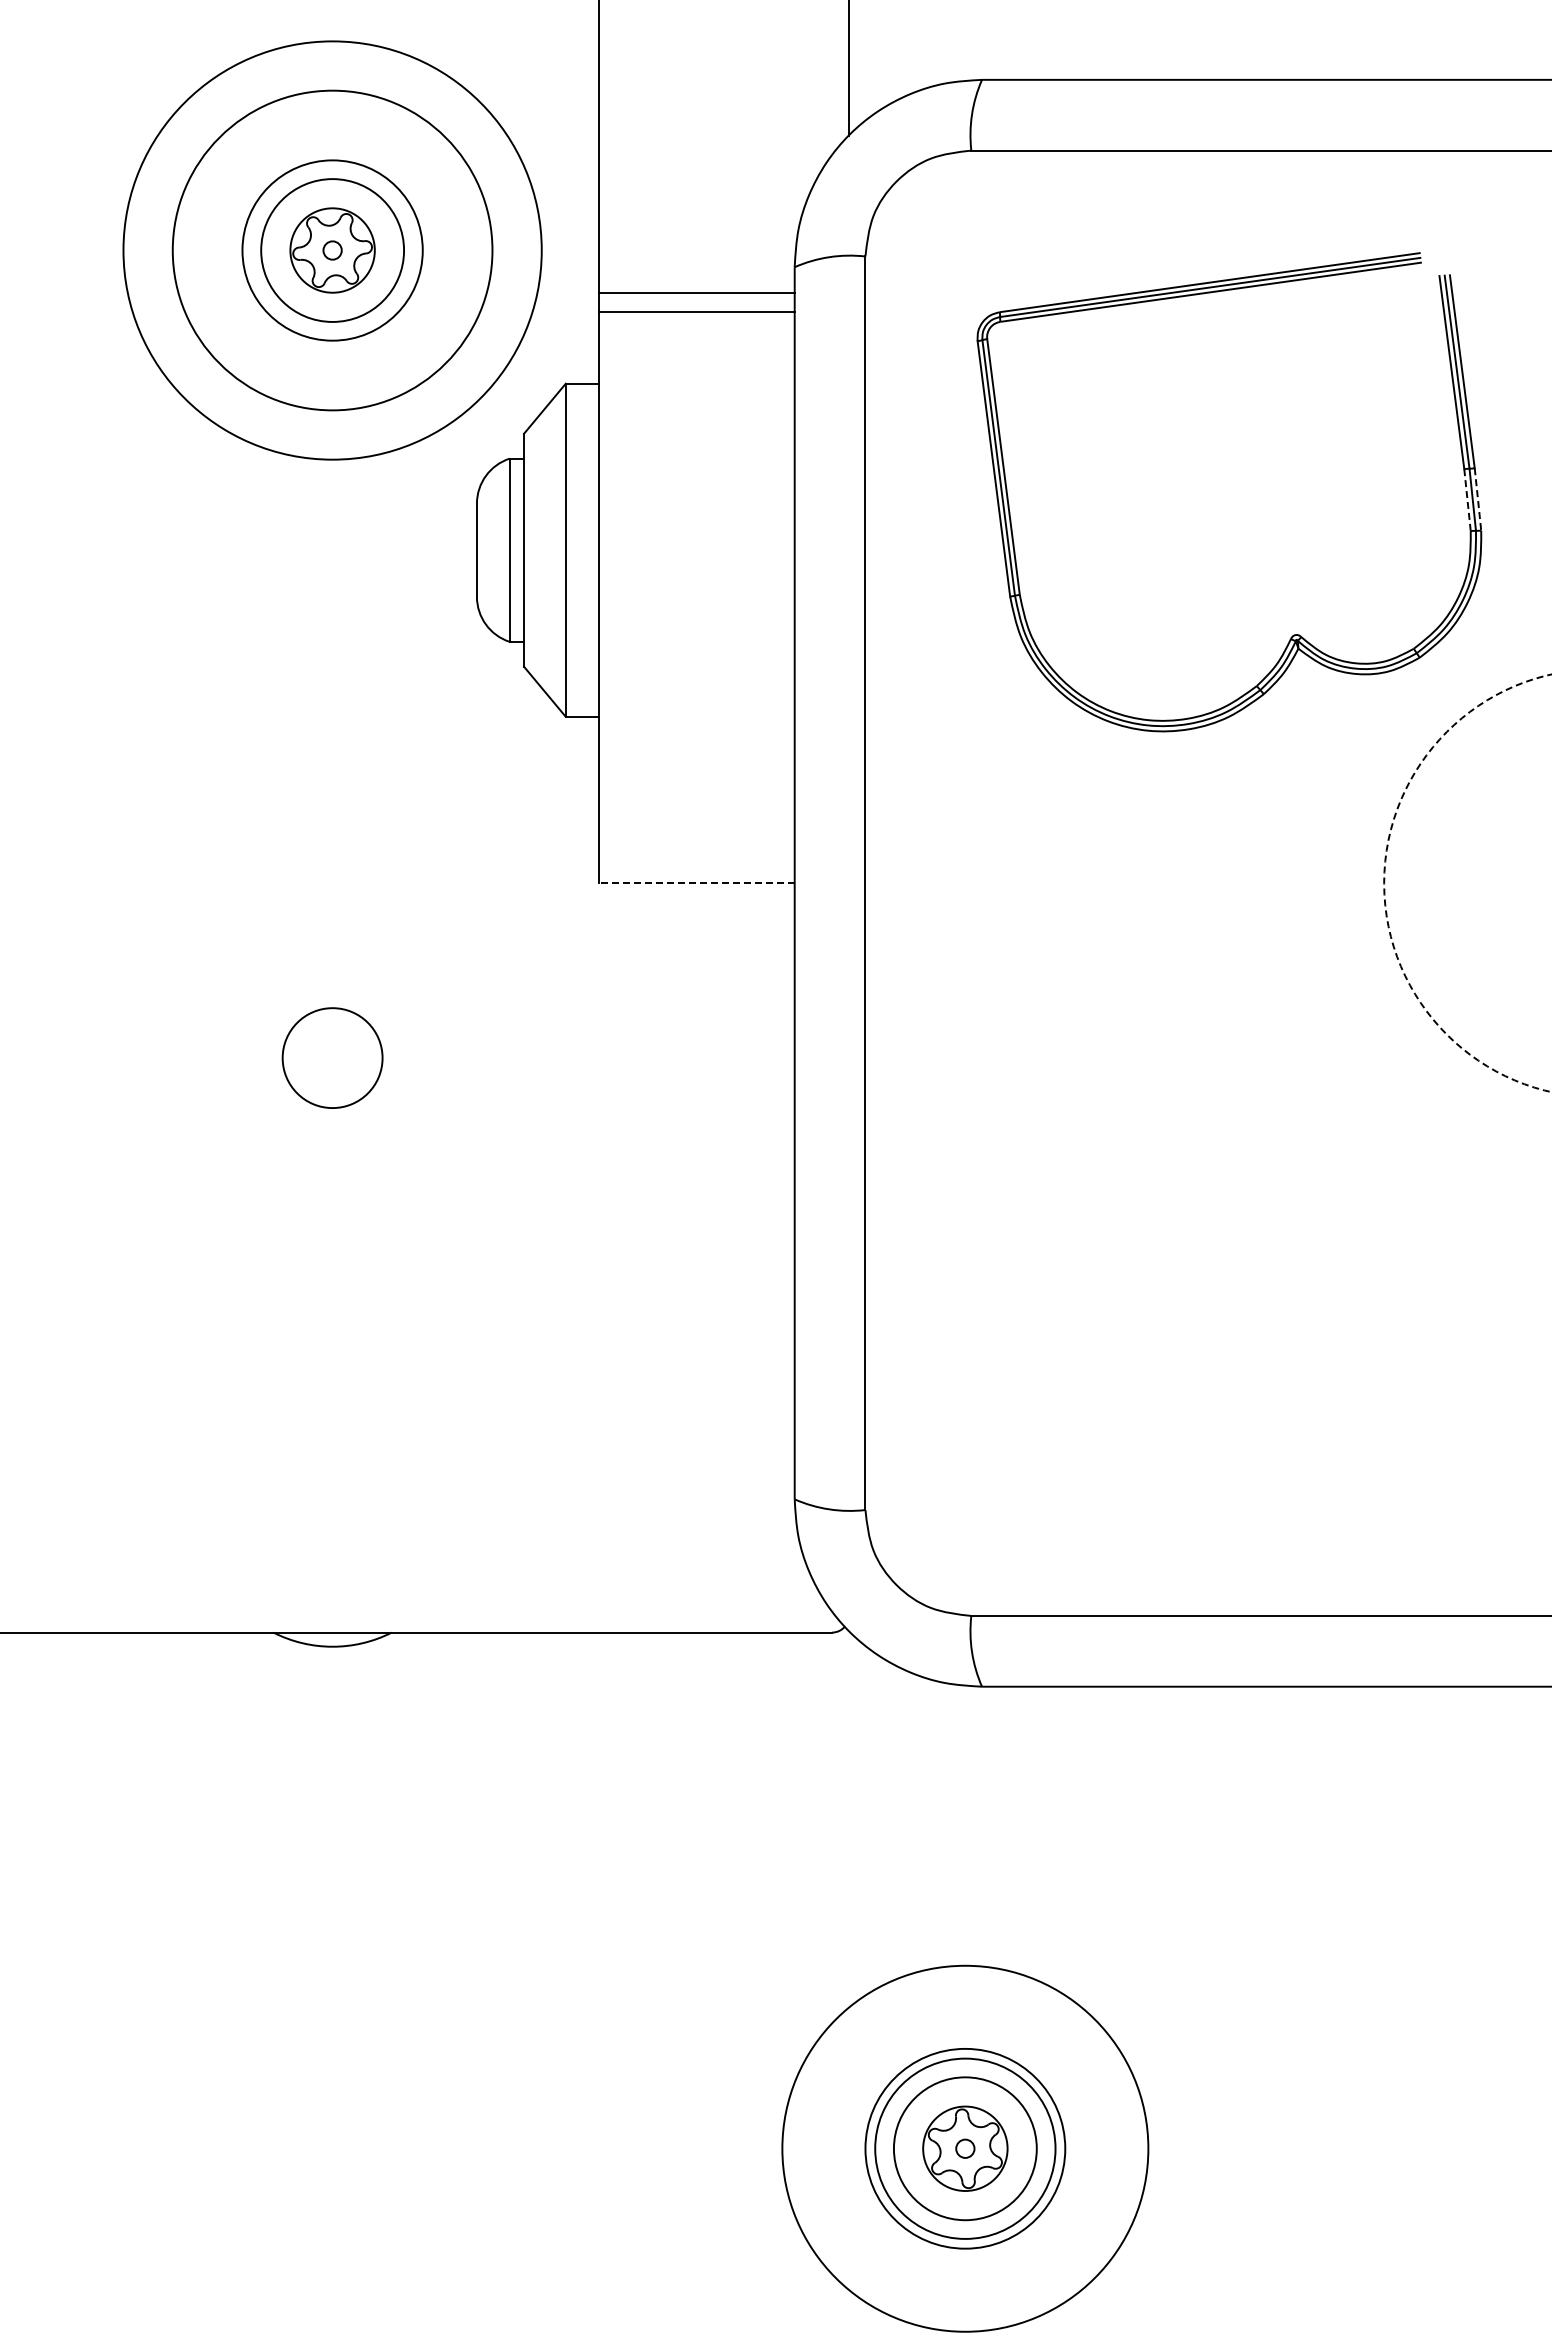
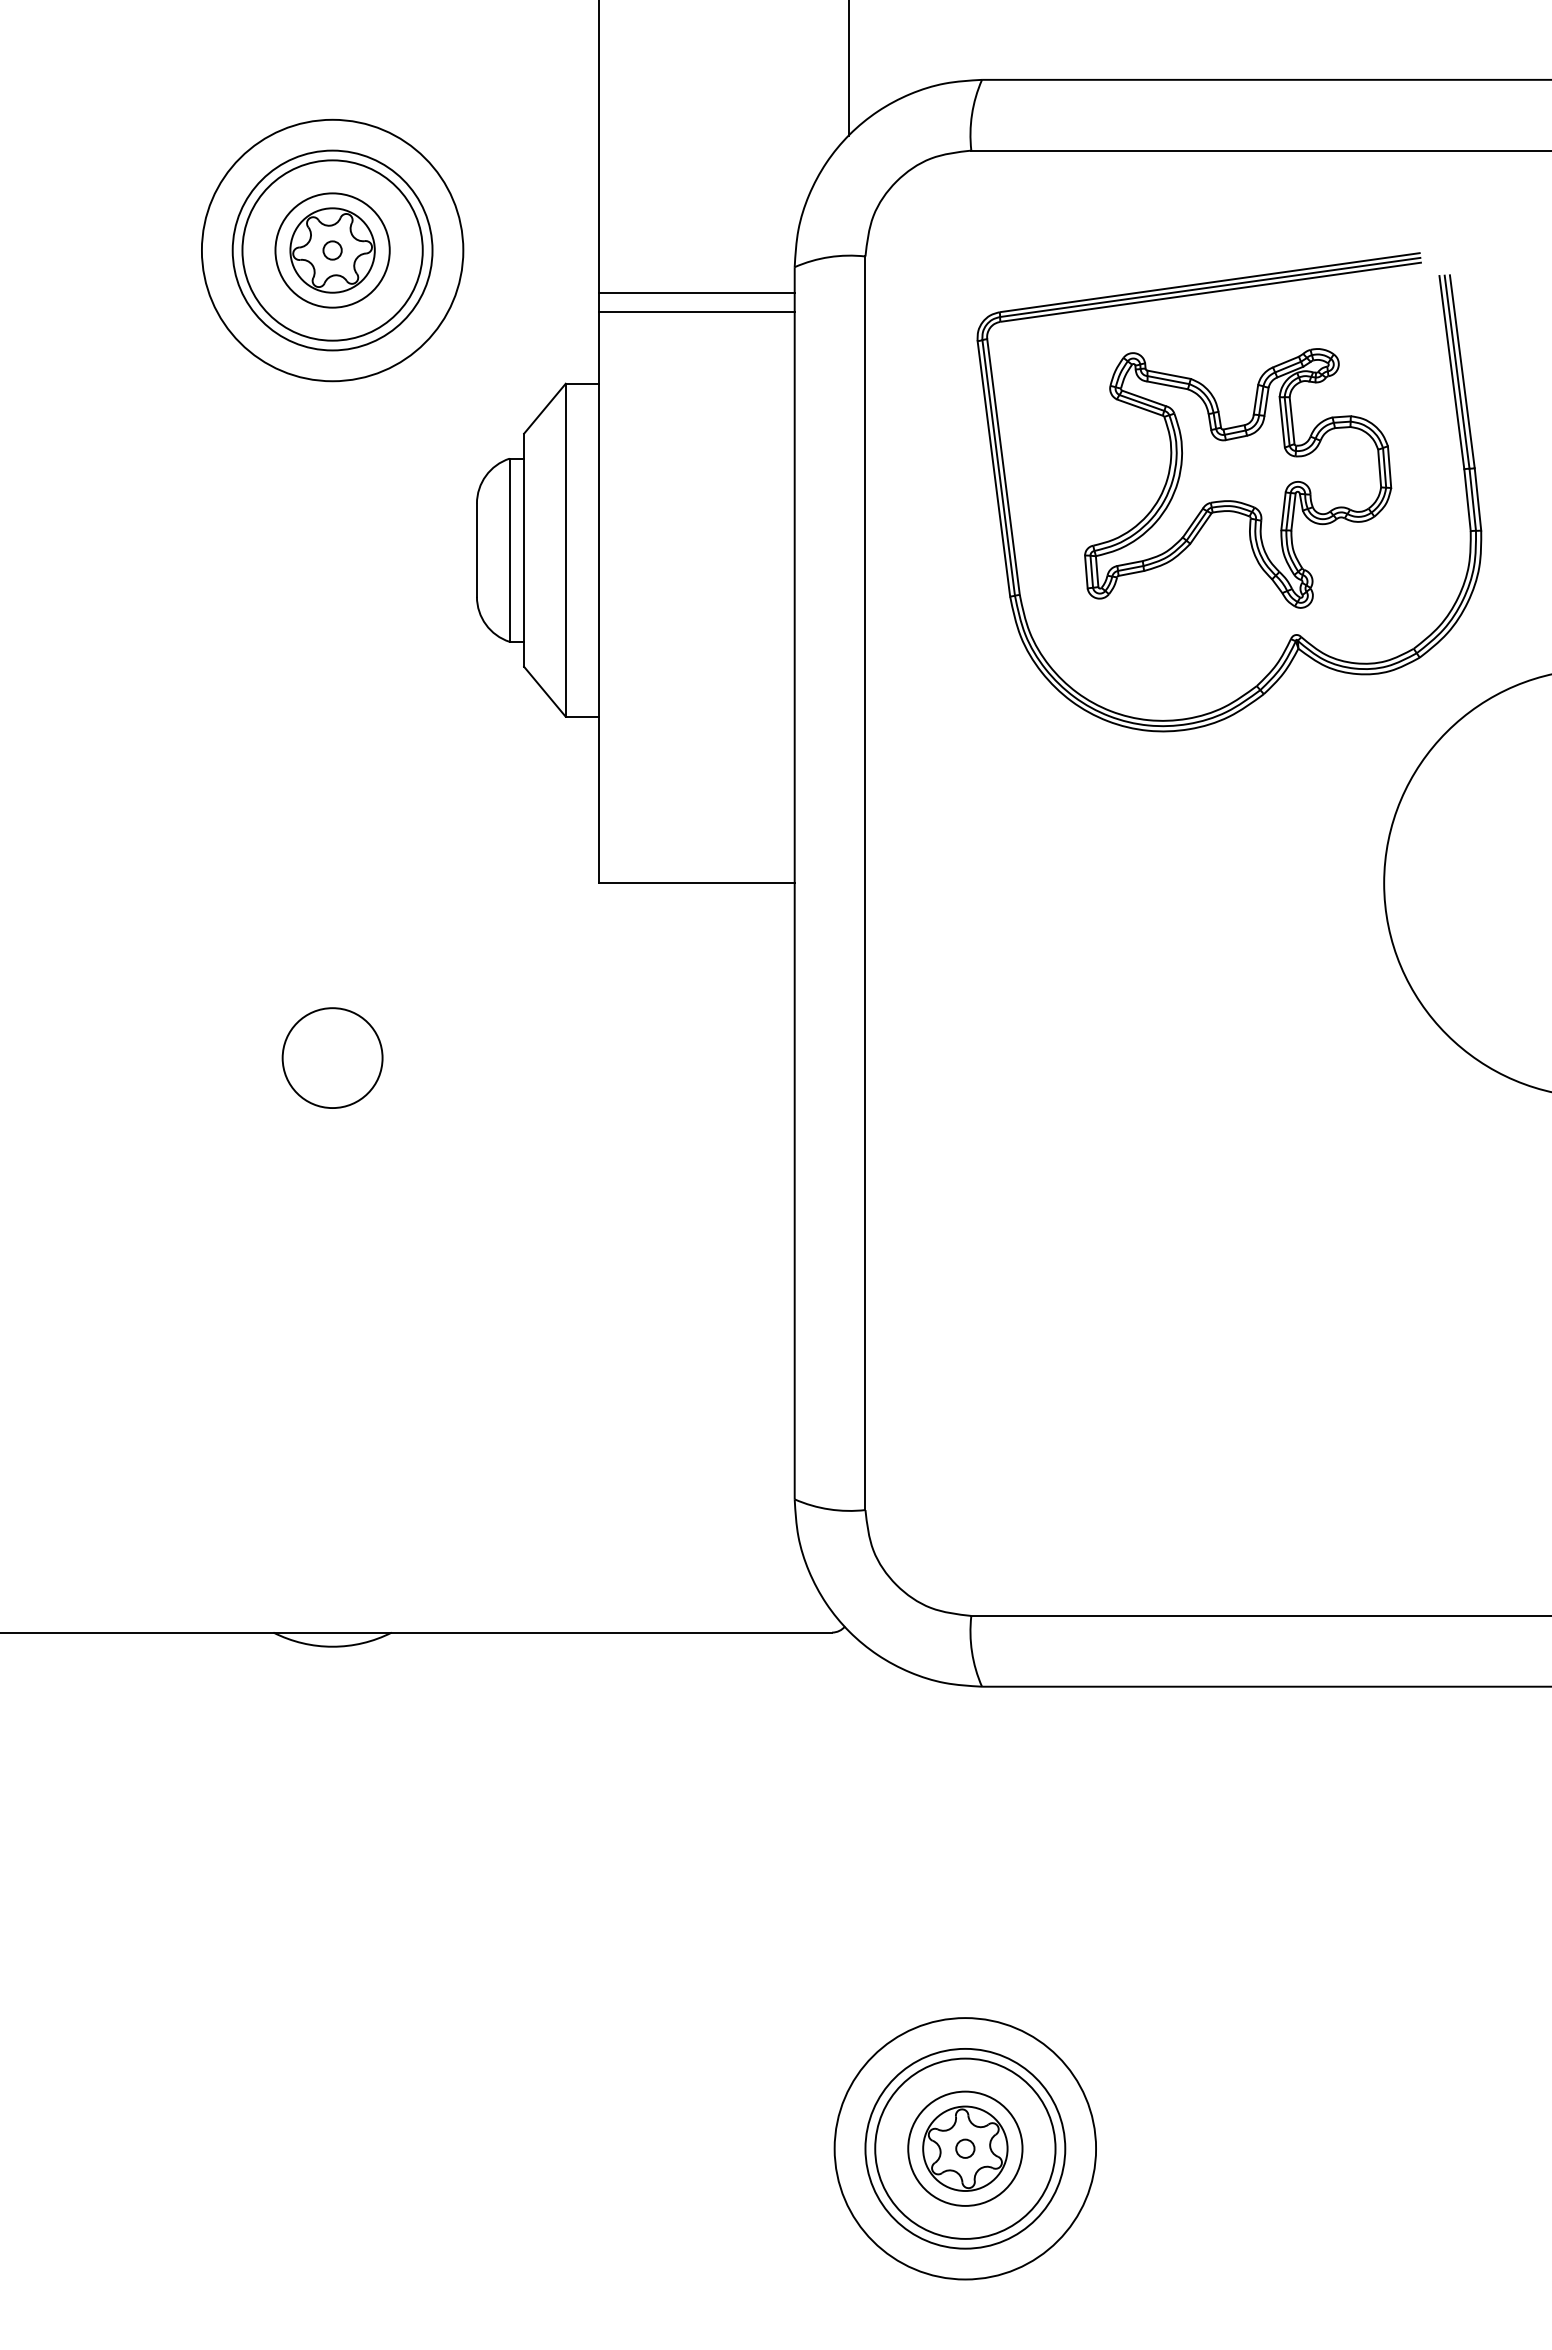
circle at (332, 250) diameter: 143 px -> 114 px
circle at (332, 250) diameter: 320 px -> 200 px
circle at (332, 250) diameter: 418 px -> 261 px
part at (1238, 478): none -> present
line at (1478, 499): dashed -> solid
line at (1467, 500): dashed -> solid
circle at (1467, 882): dashed -> solid
line at (696, 883): dashed -> solid
circle at (964, 2148) diameter: 143 px -> 114 px
circle at (965, 2148) diameter: 366 px -> 261 px
